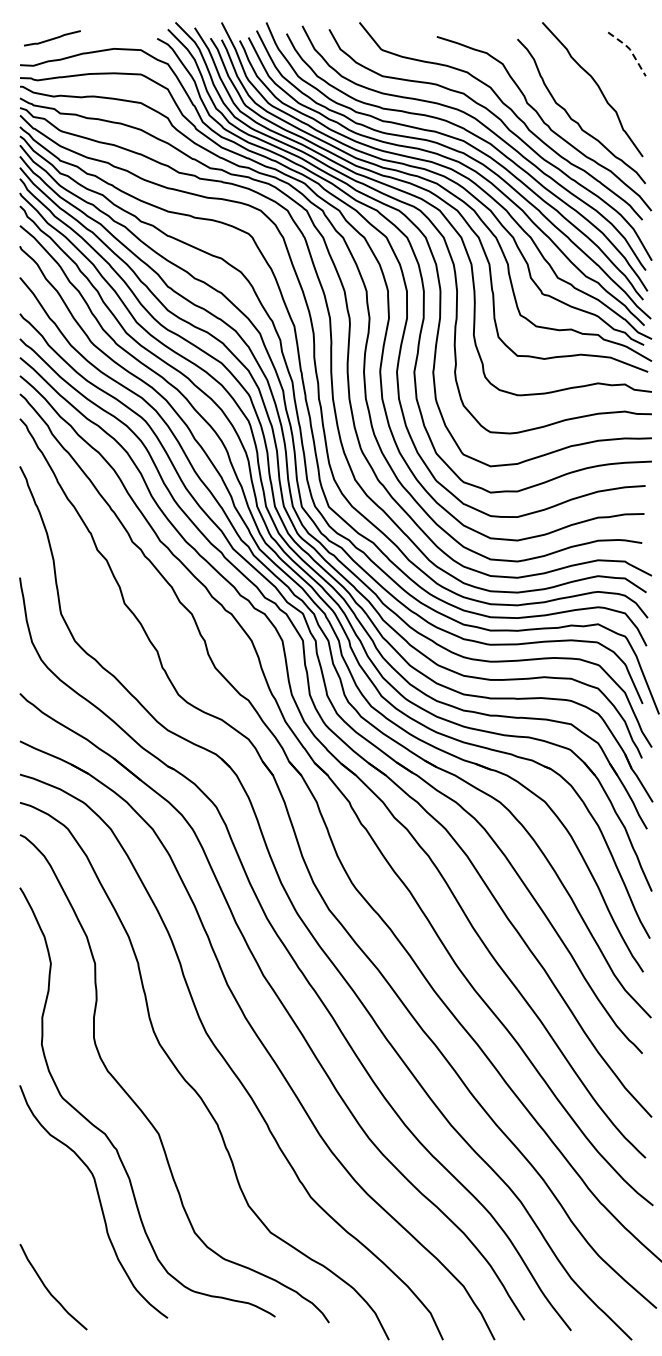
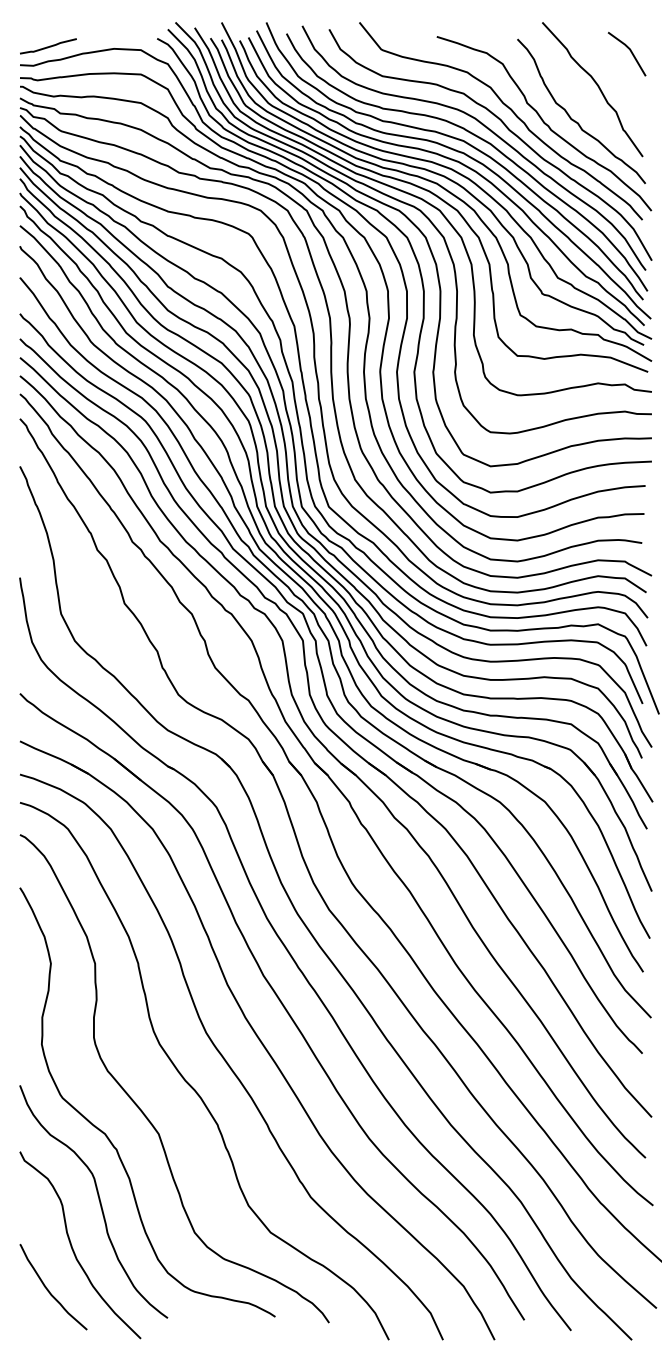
curve at (52, 38) position: (52, 38) -> (48, 46)
line at (630, 50): dashed -> solid
curve at (73, 1248): none -> present
